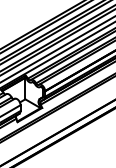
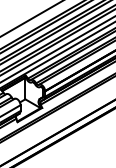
line at (31, 18): none -> present
